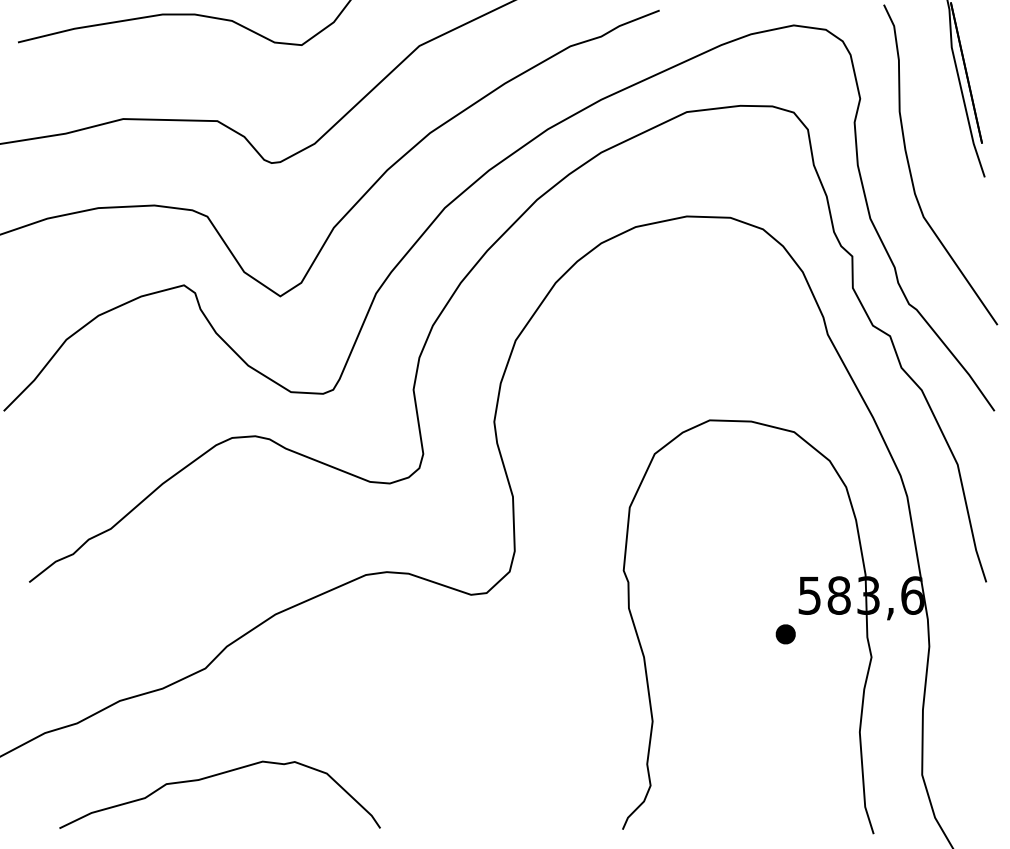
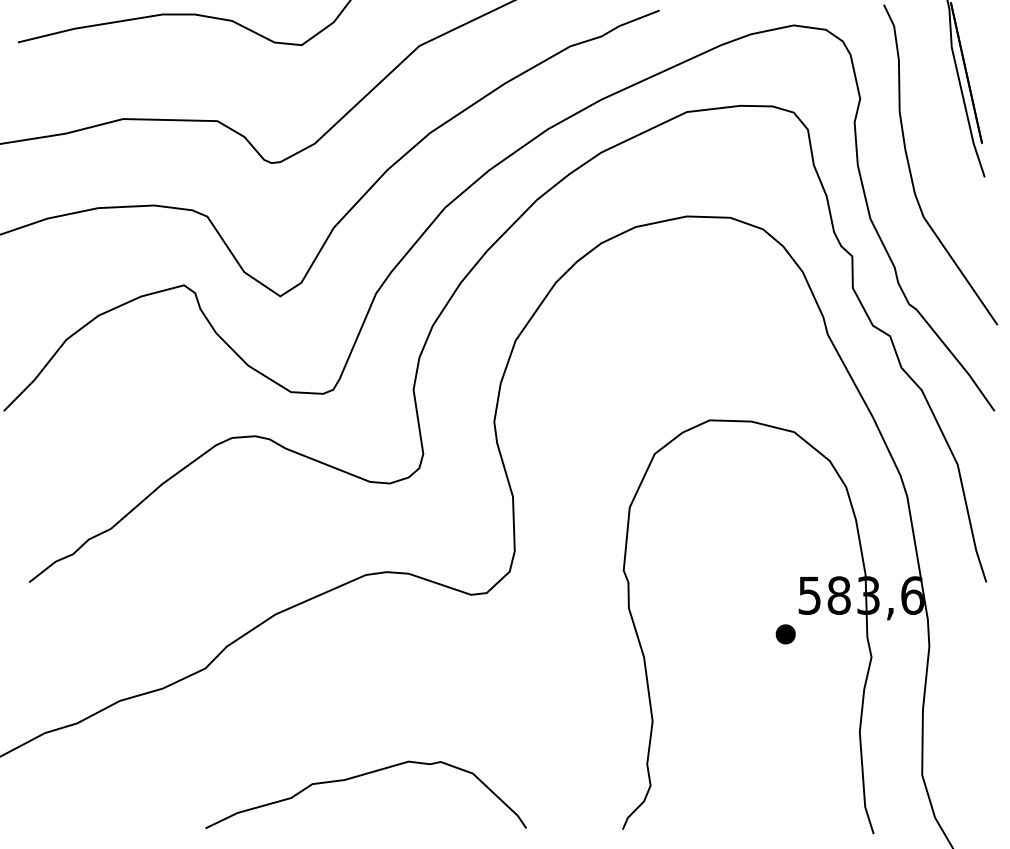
curve at (215, 776) position: (215, 776) -> (361, 776)
